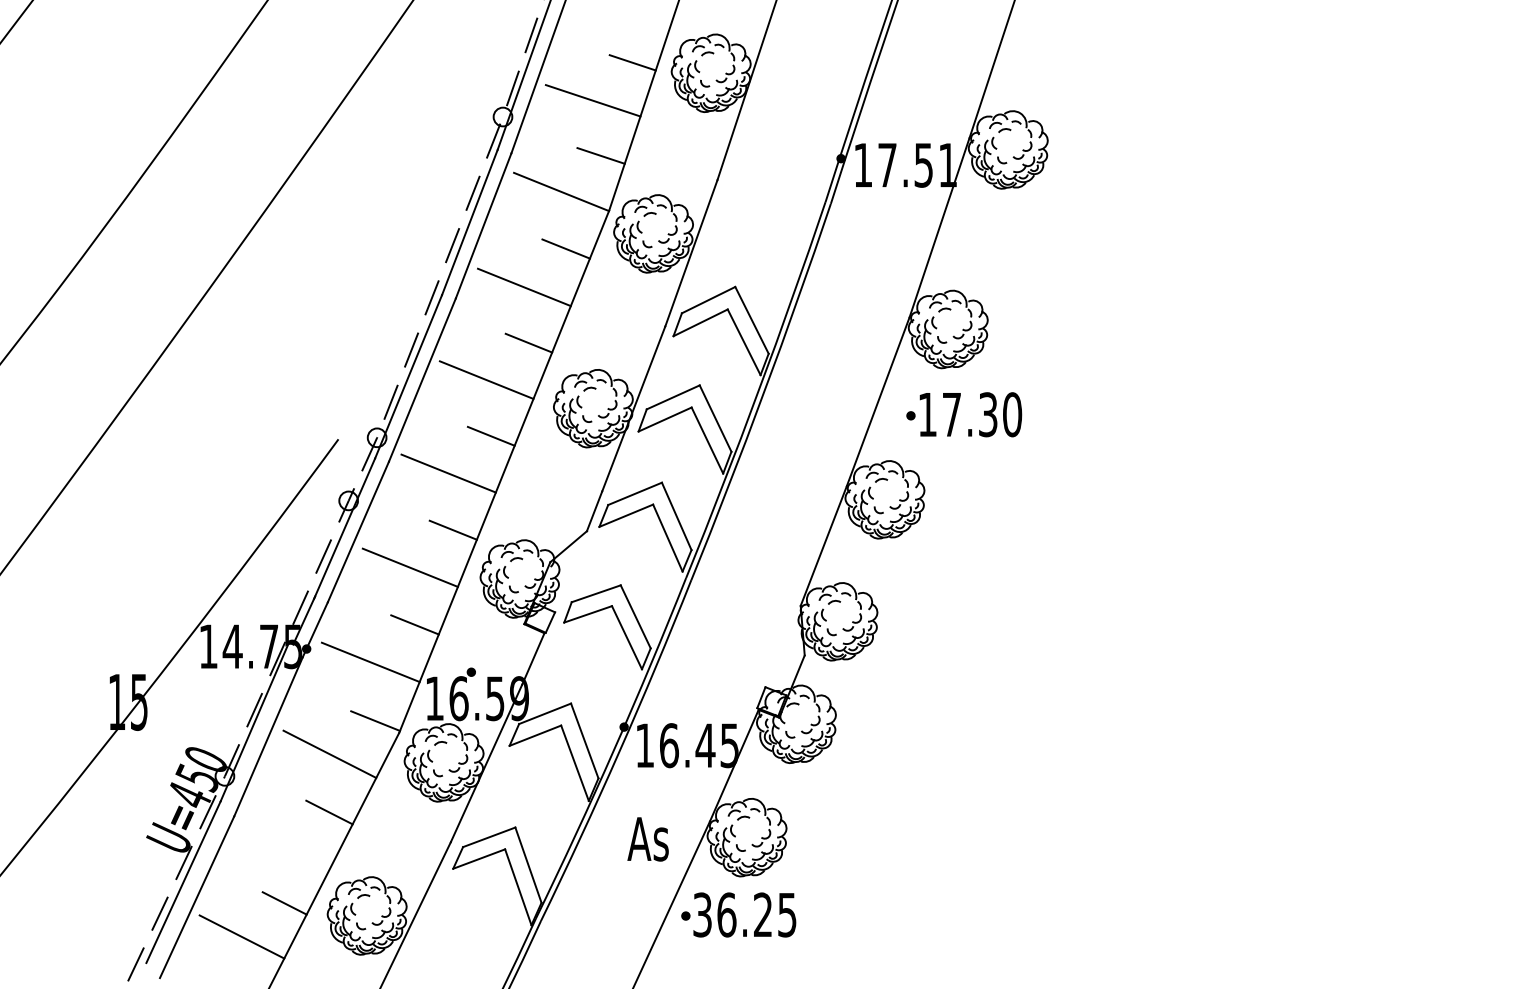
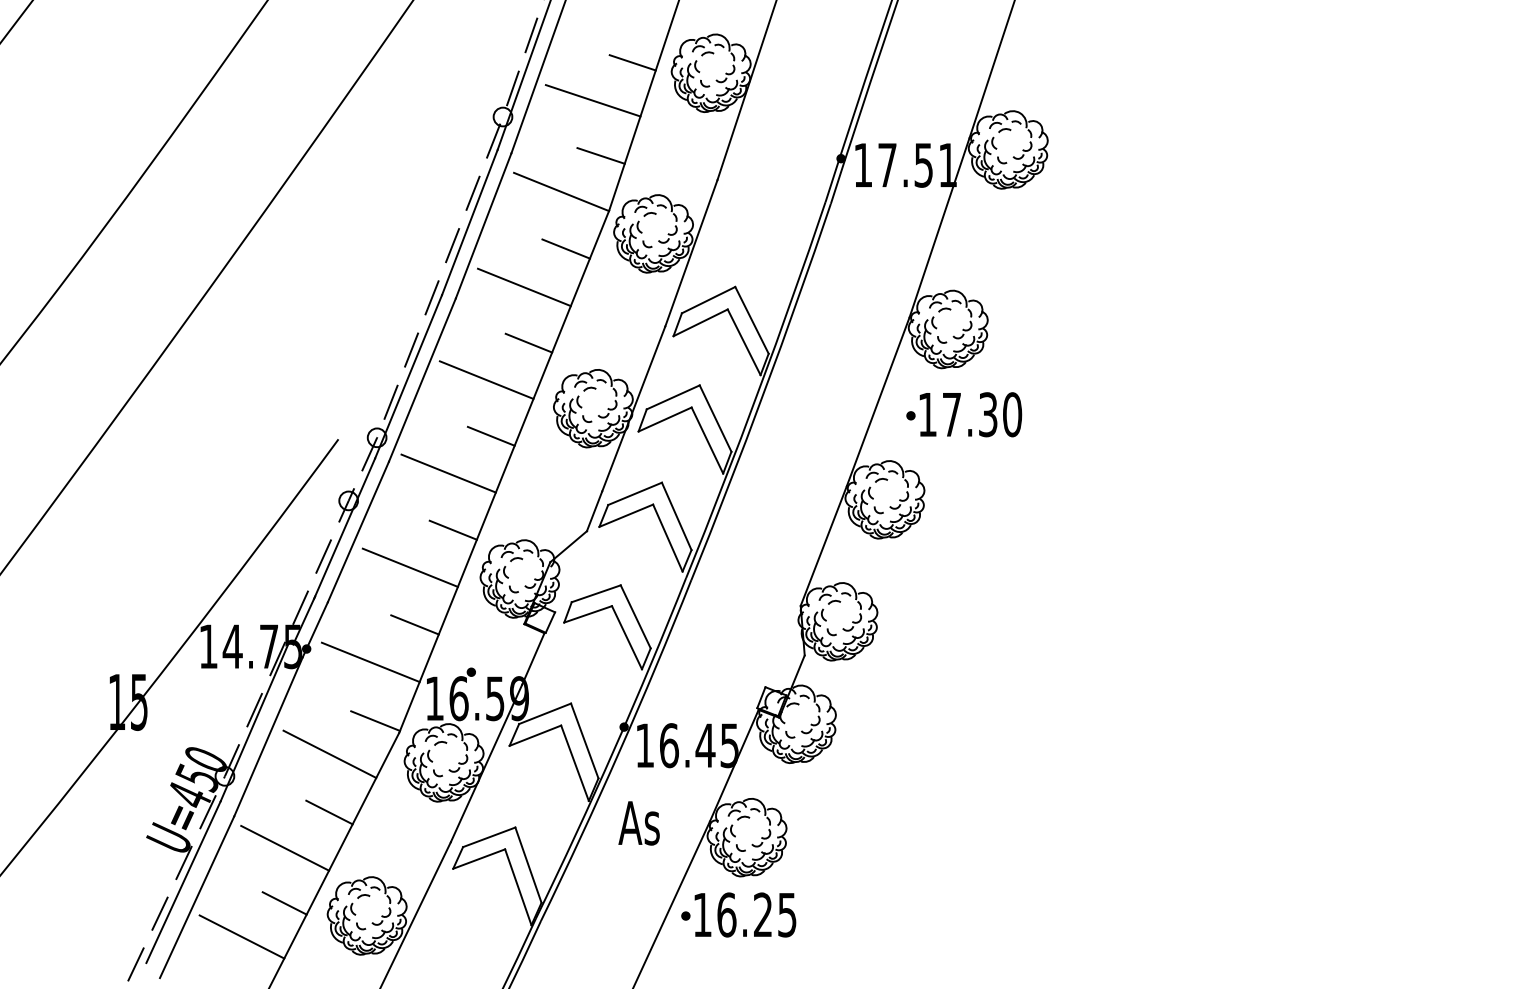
text at (647, 839) position: (647, 839) -> (638, 823)
line at (285, 847): none -> present
text at (702, 914): 36.25 -> 16.25
